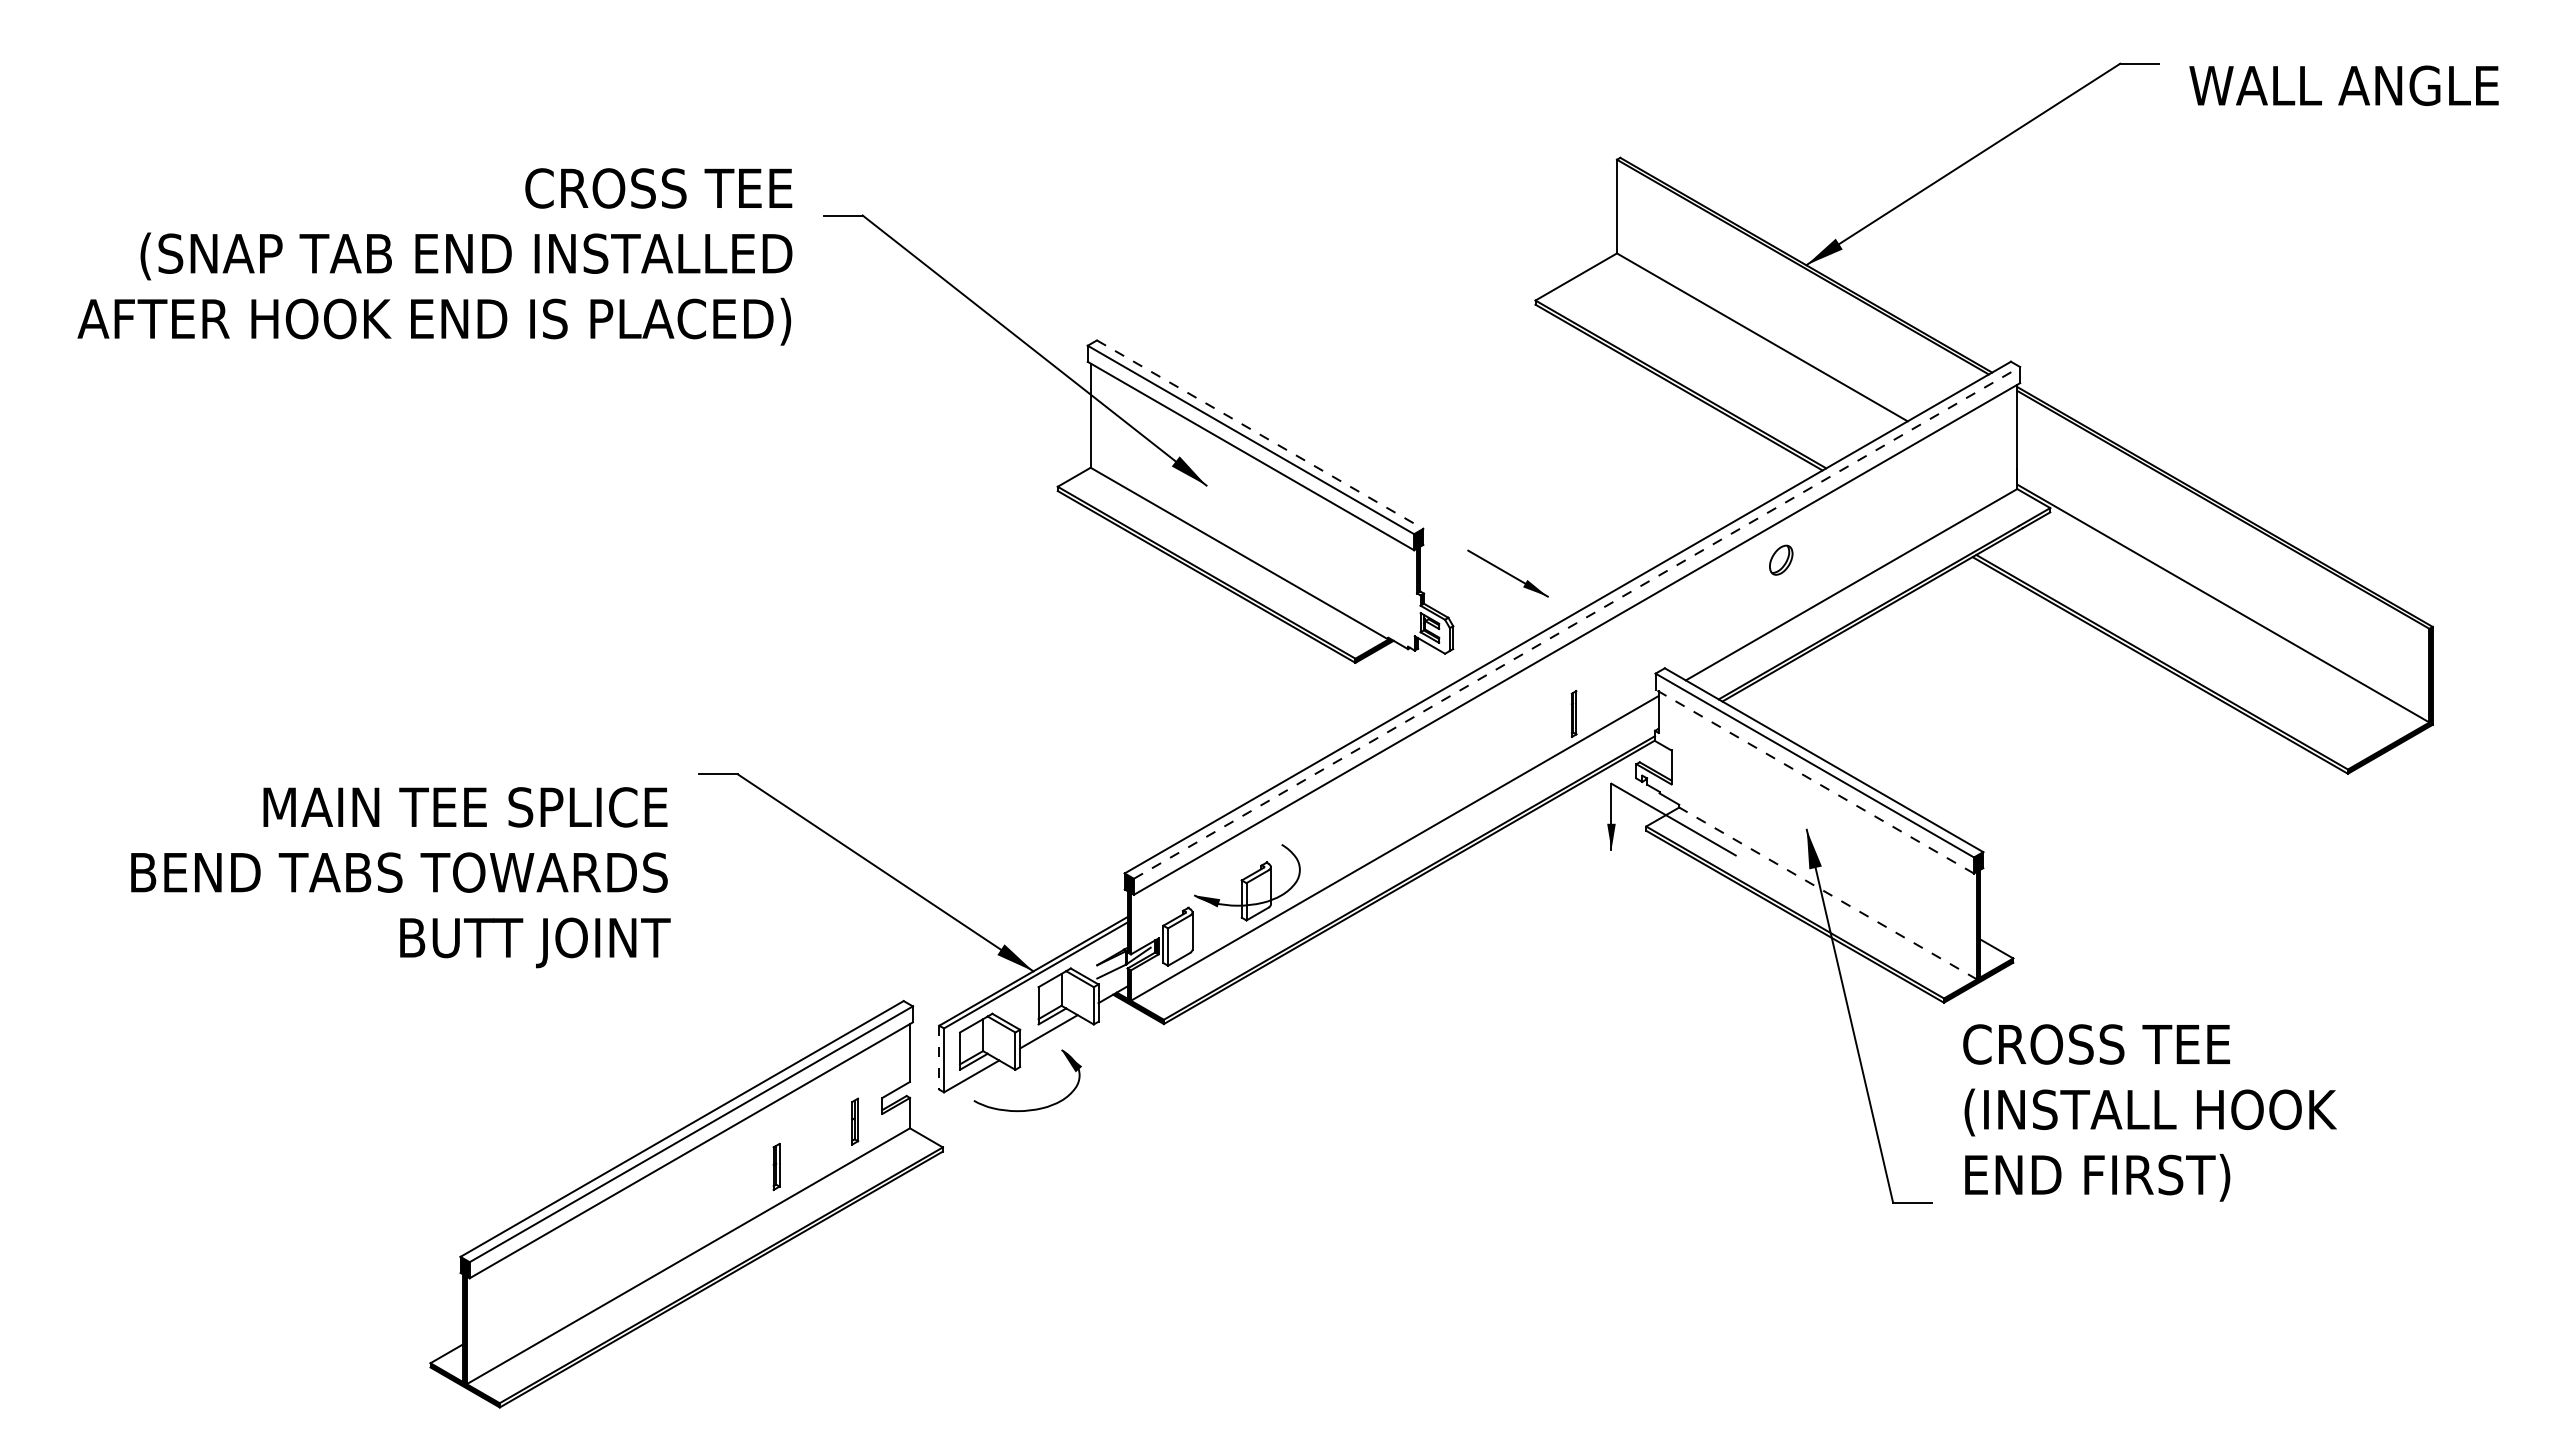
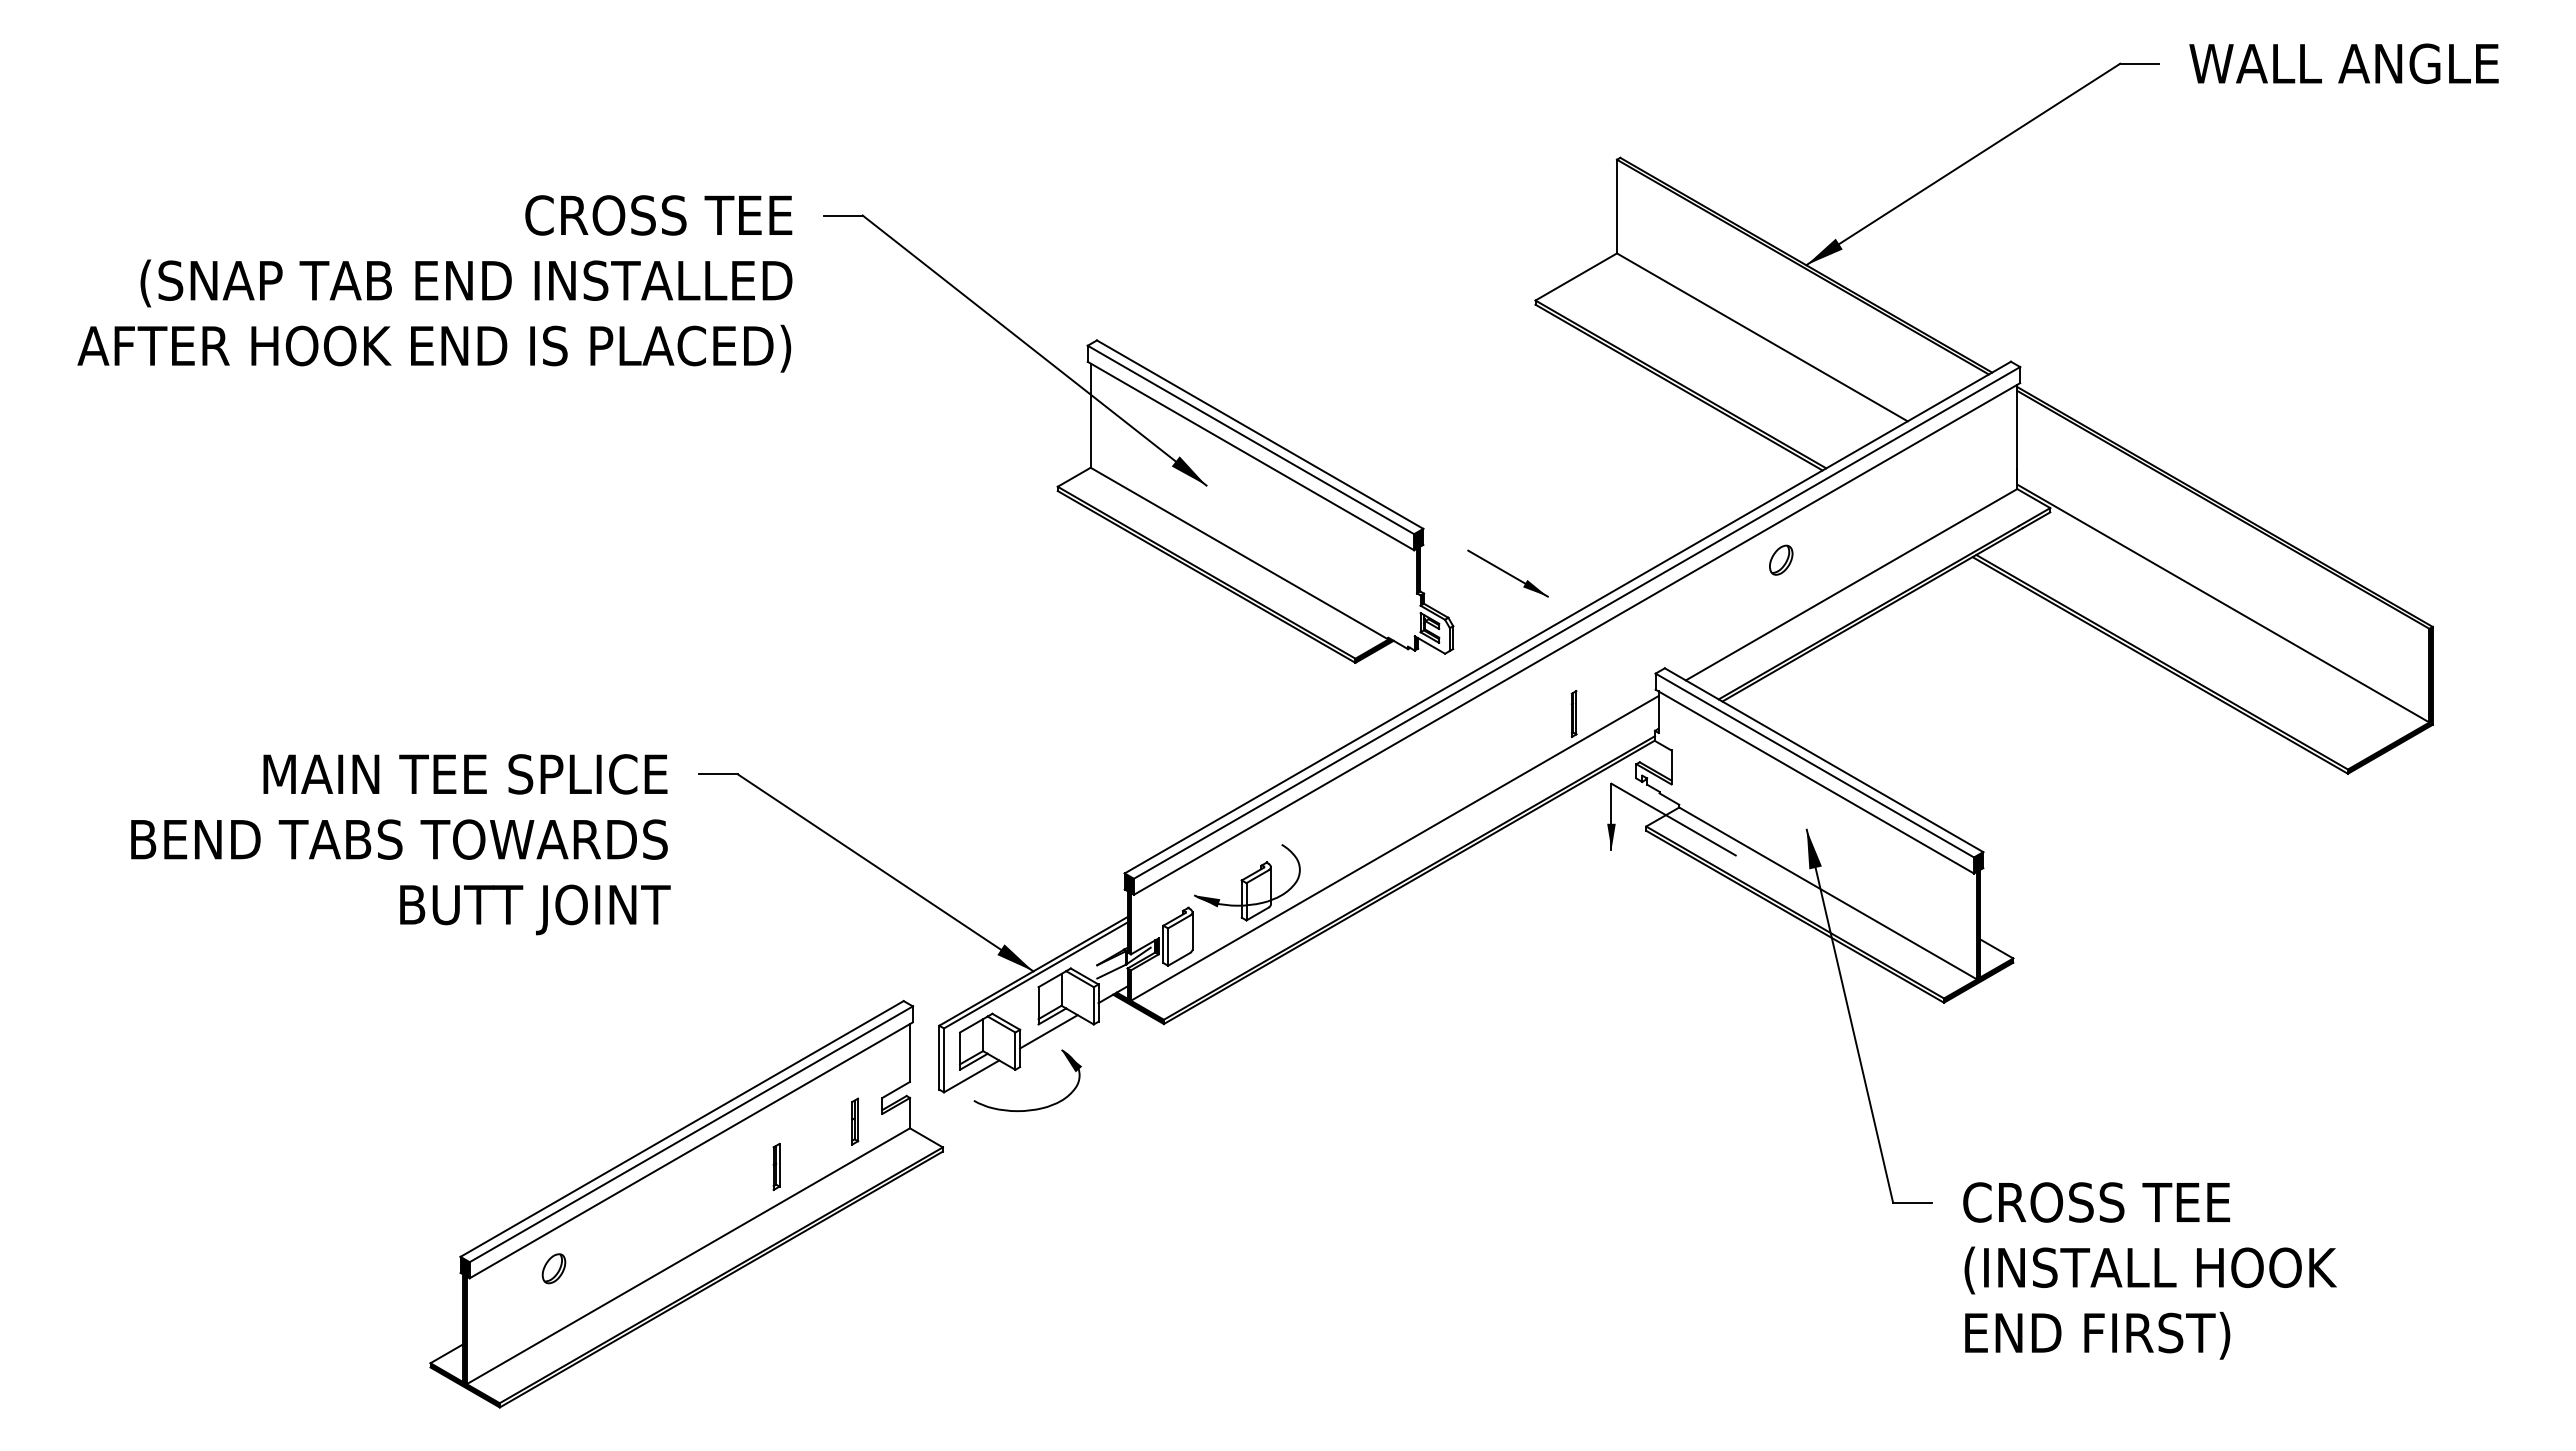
text at (2343, 85) position: (2343, 85) -> (2343, 63)
text at (434, 256) position: (434, 256) -> (434, 283)
line at (1260, 434): dashed -> solid
line at (1577, 622): dashed -> solid
line at (1814, 781): dashed -> solid
text at (400, 877) position: (400, 877) -> (400, 844)
line at (1828, 893): dashed -> solid
line at (939, 1057): dashed -> solid
text at (2149, 1112) position: (2149, 1112) -> (2149, 1270)
part at (553, 1268): none -> present
